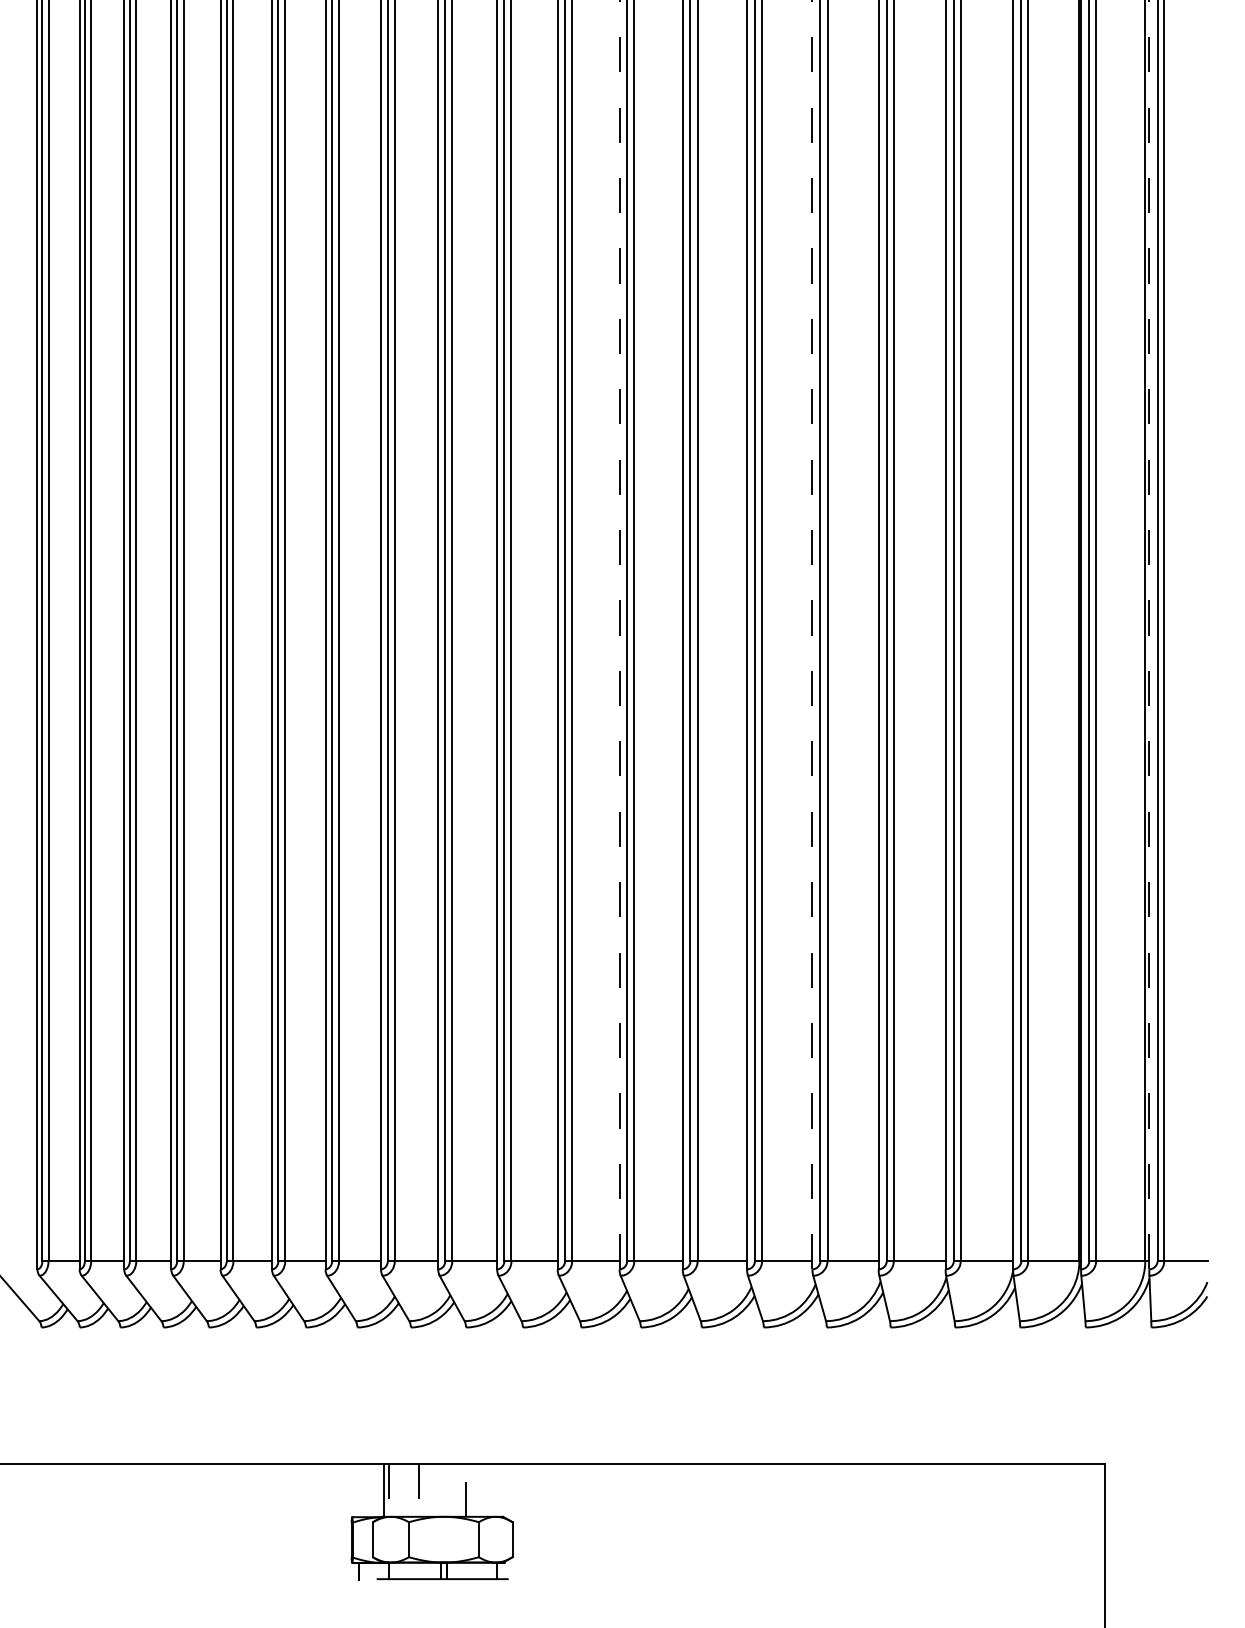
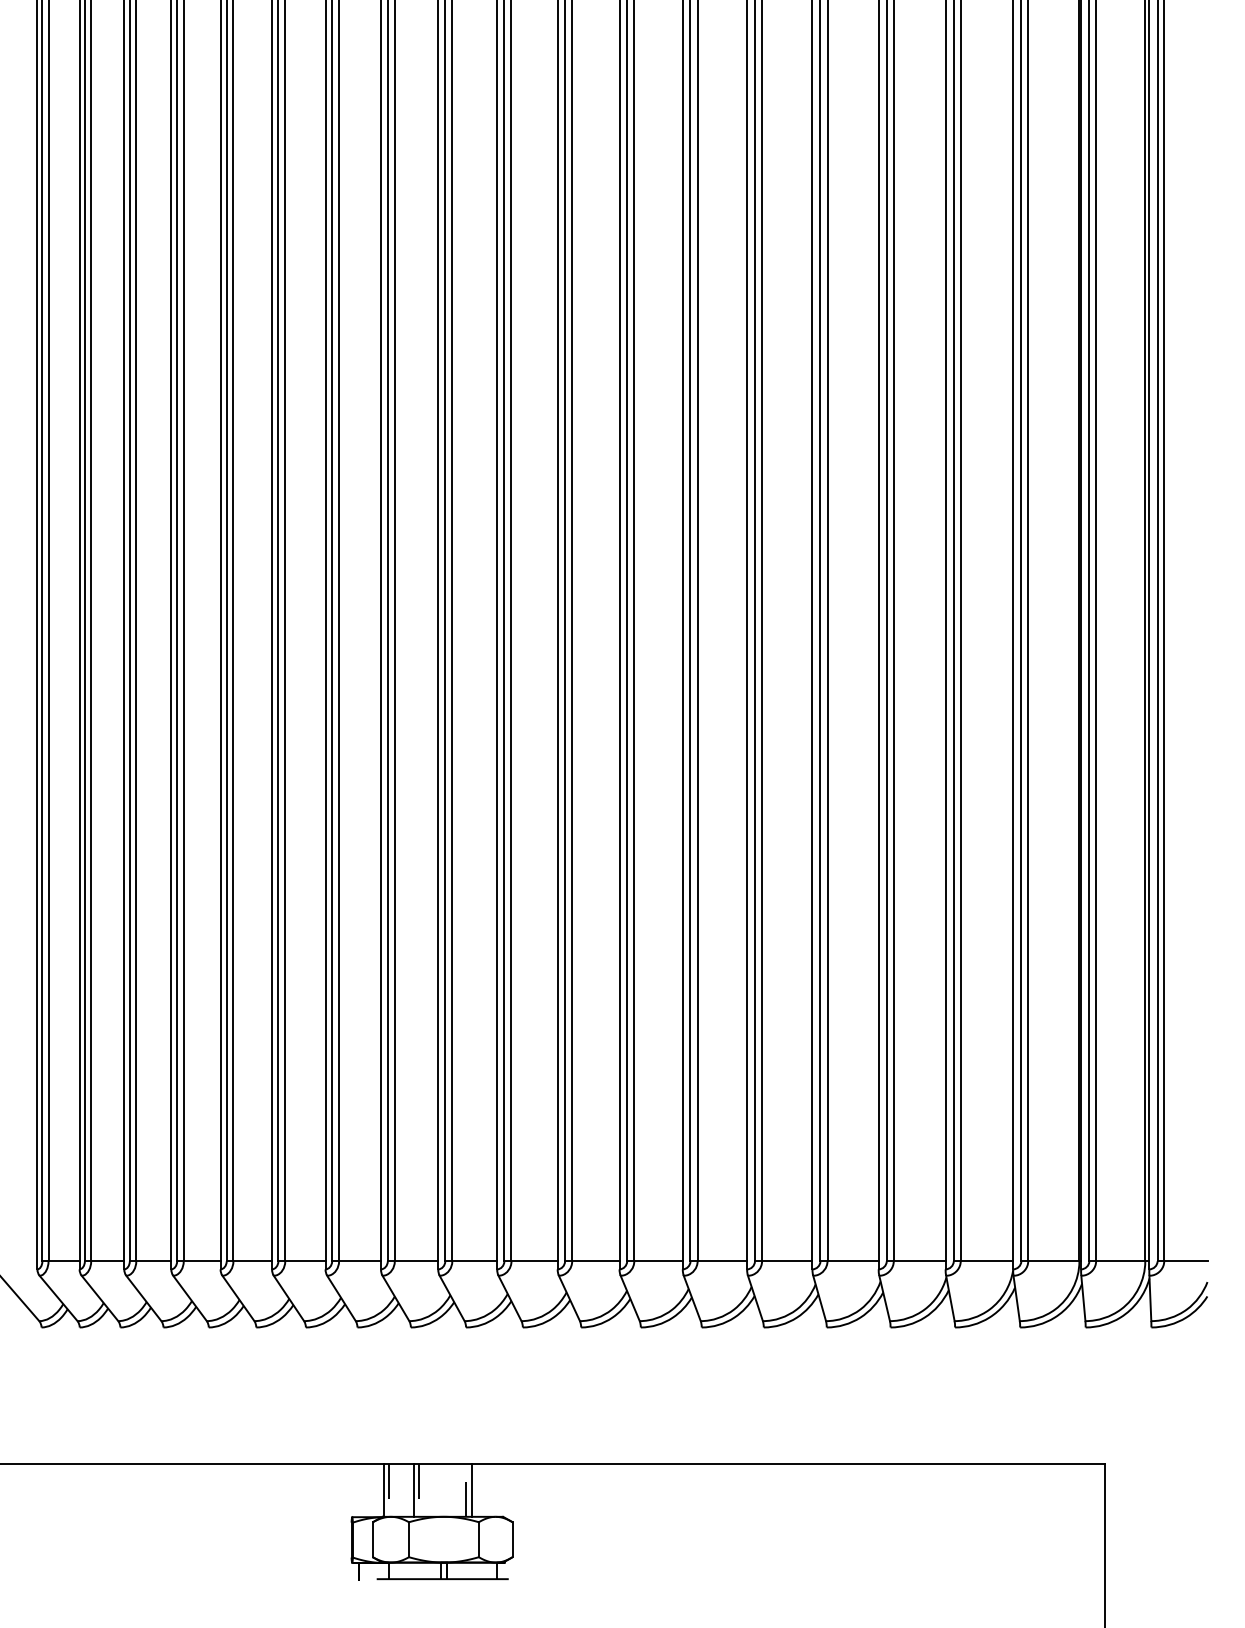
line at (619, 634): dashed -> solid
line at (812, 634): dashed -> solid
line at (1149, 634): dashed -> solid
line at (413, 1489): none -> present
line at (471, 1489): none -> present
